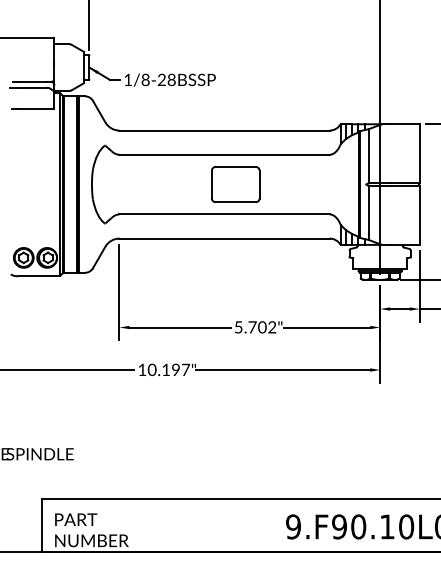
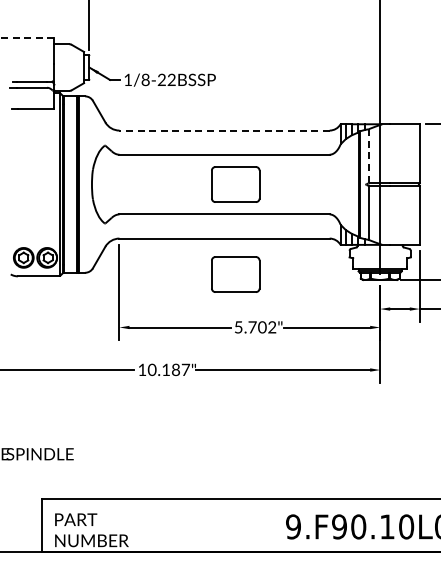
line at (26, 38): solid -> dashed
text at (171, 80): 1/8-28 -> 1/8-22
line at (224, 130): solid -> dashed
line at (368, 156): solid -> dashed
part at (235, 274): none -> present
text at (175, 370): 10.197" -> 10.187"
